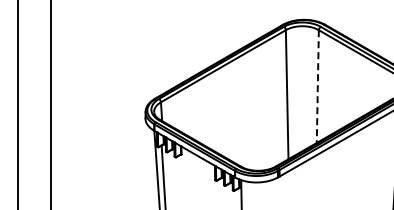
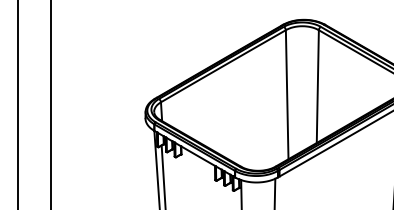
line at (317, 87): dashed -> solid
line at (274, 192): none -> present
